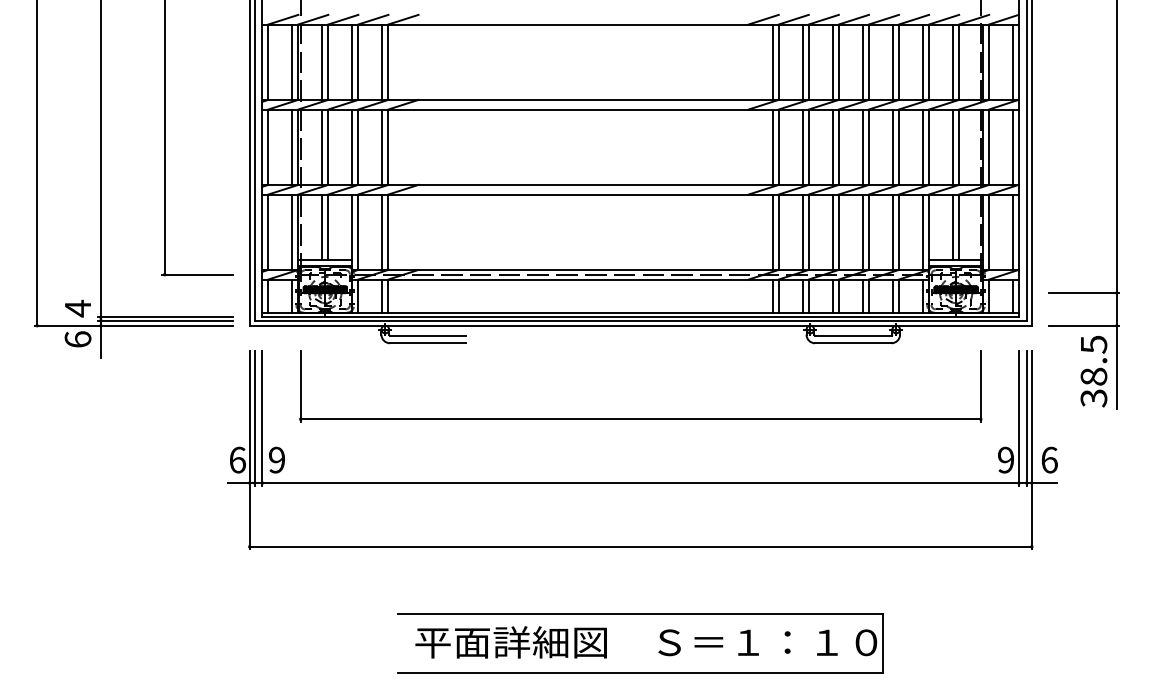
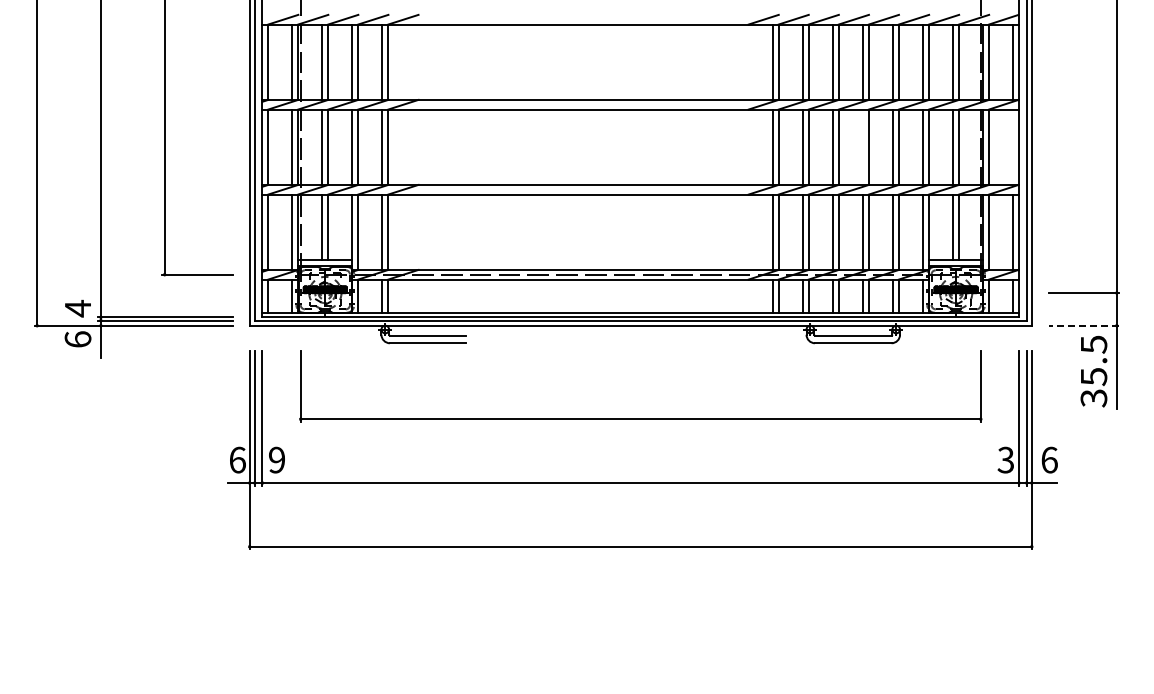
line at (863, 146): present -> none
line at (1013, 146): present -> none
line at (1083, 325): solid -> dashed
text at (1093, 376): 38.5 -> 35.5
text at (1005, 460): 9 -> 3
part at (658, 651): present -> none
